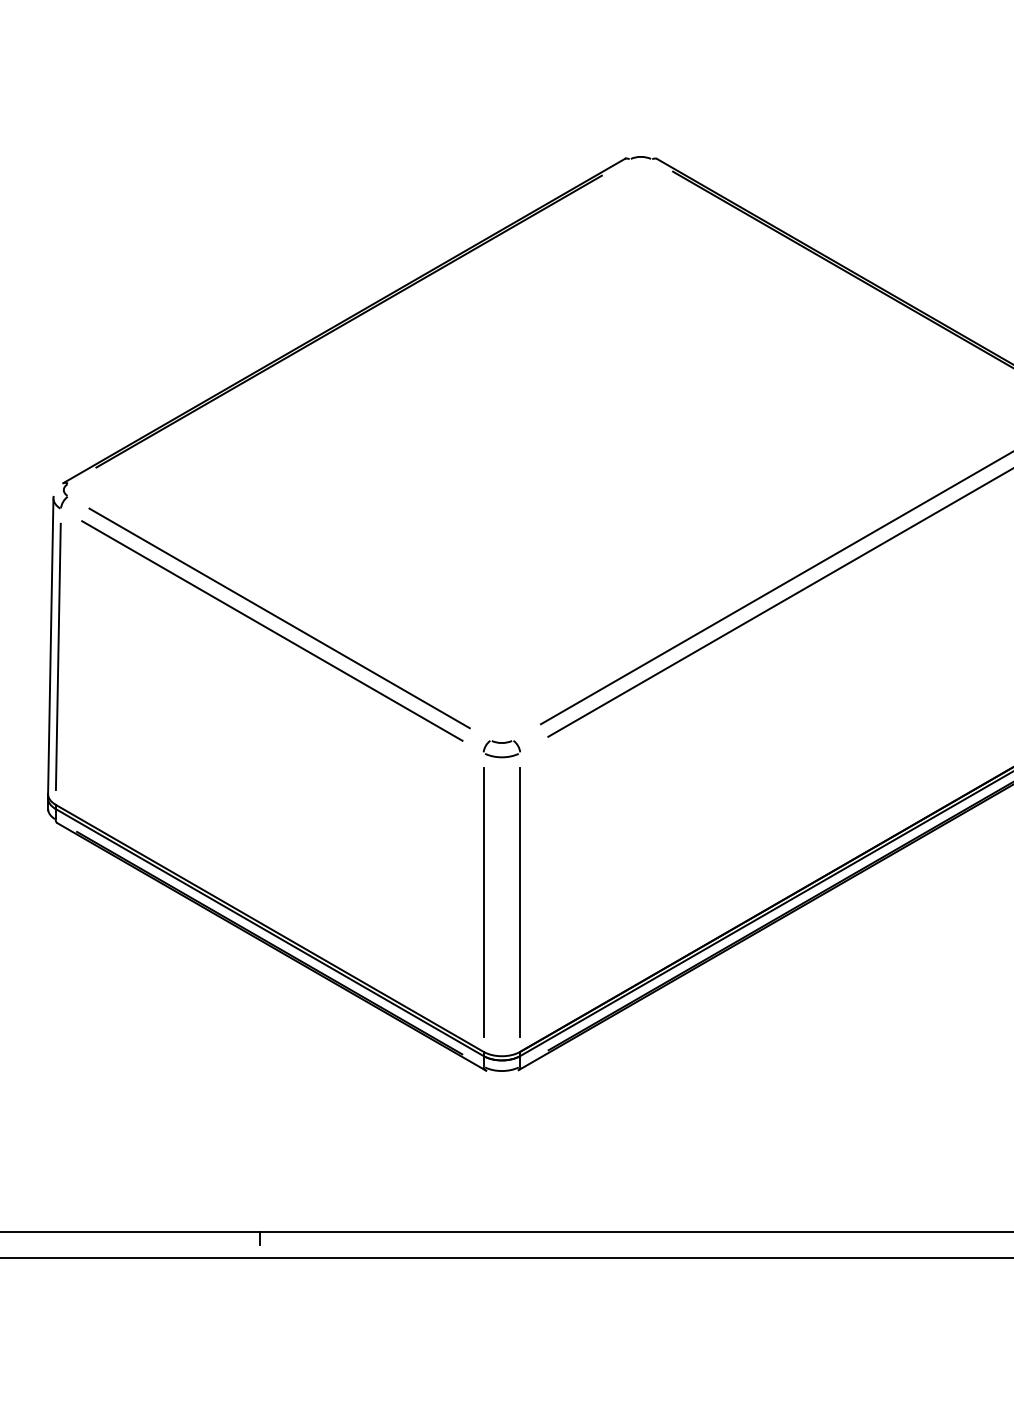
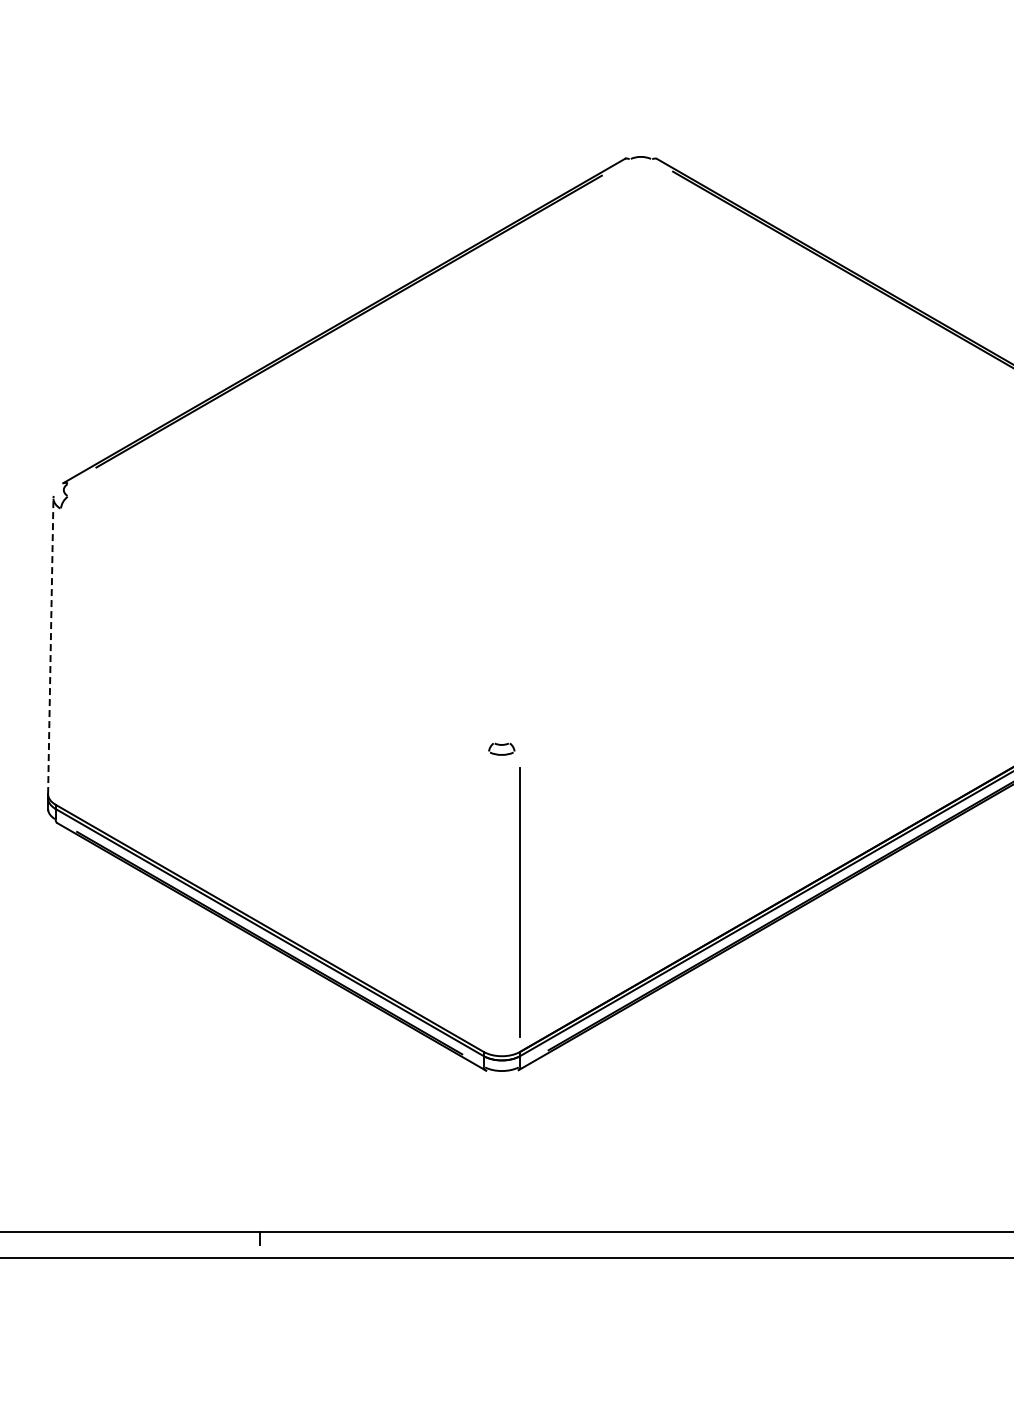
line at (775, 588): present -> none
line at (779, 603): present -> none
line at (279, 618): present -> none
line at (272, 630): present -> none
line at (50, 646): solid -> dashed
line at (57, 656): present -> none
part at (501, 749) size: 39x19 px -> 28x14 px
line at (483, 901): present -> none
